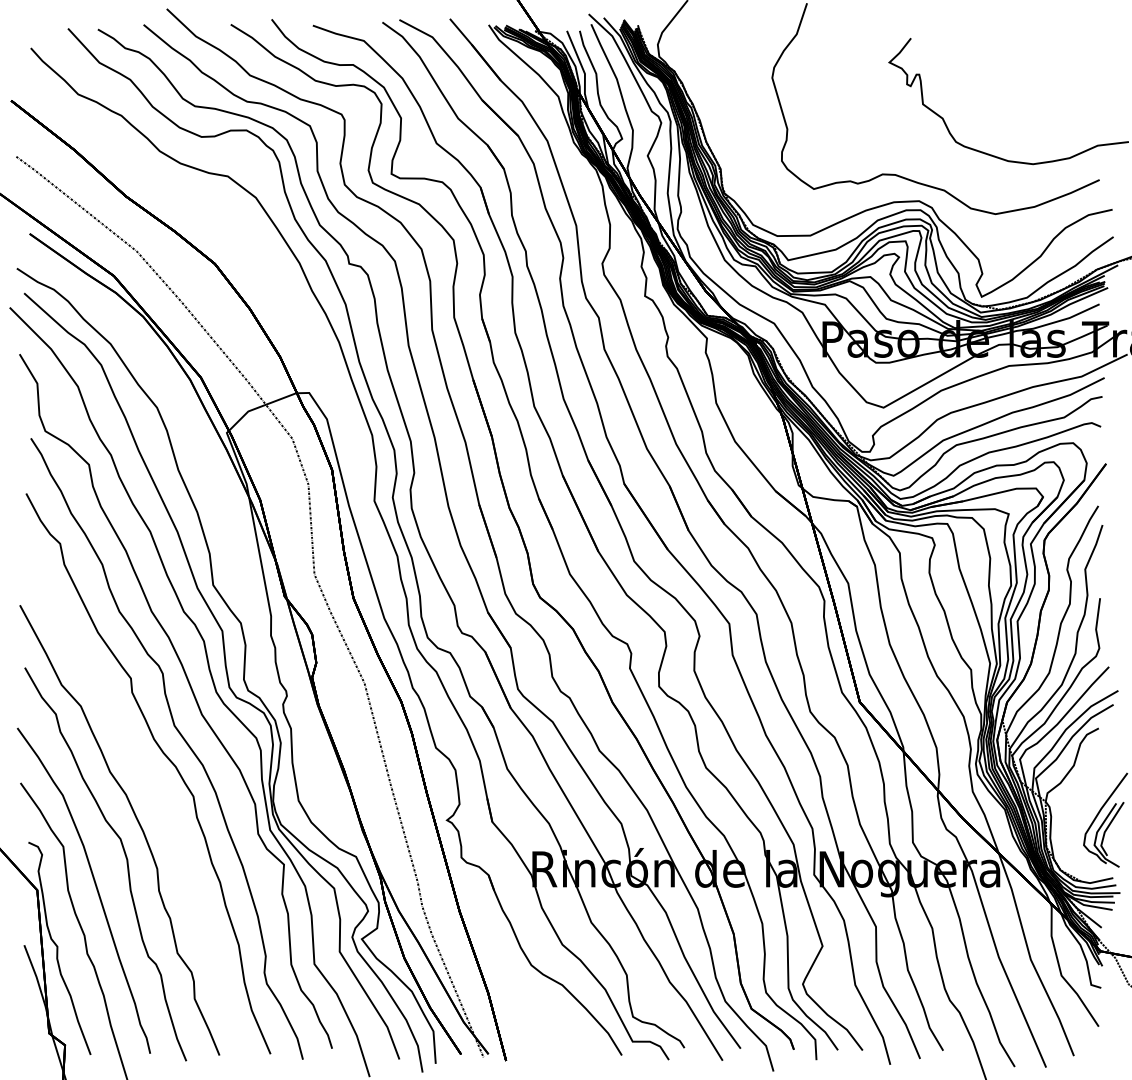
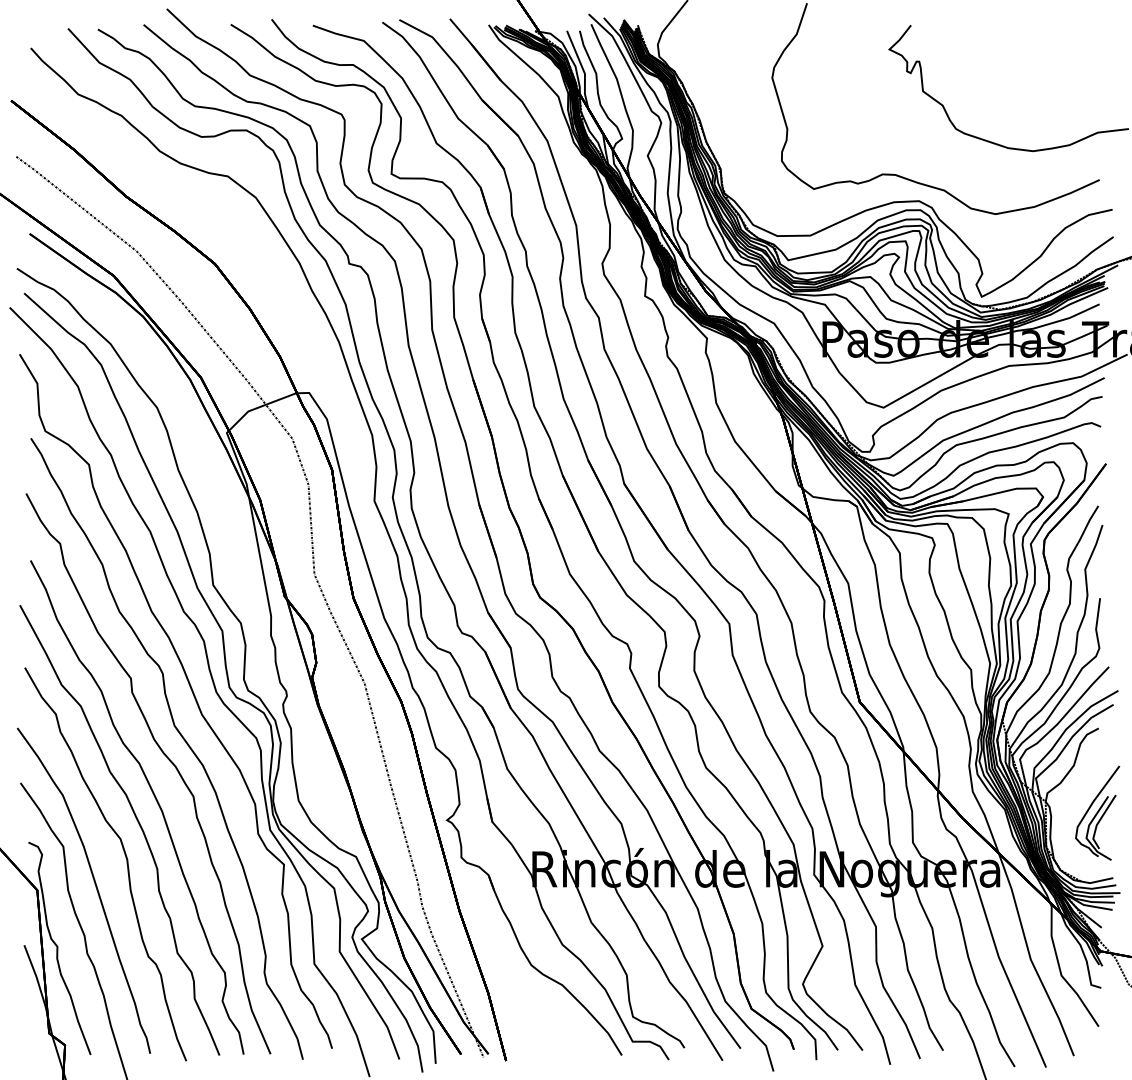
part at (989, 153) position: (989, 153) -> (989, 140)
curve at (155, 800): none -> present
part at (1105, 819) position: (1105, 819) -> (1097, 812)
